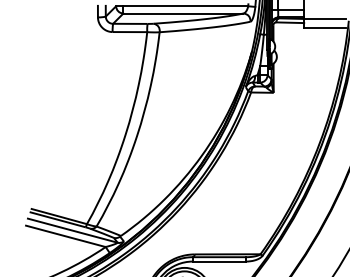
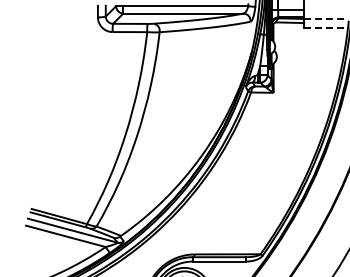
line at (324, 19): solid -> dashed
line at (324, 28): solid -> dashed
